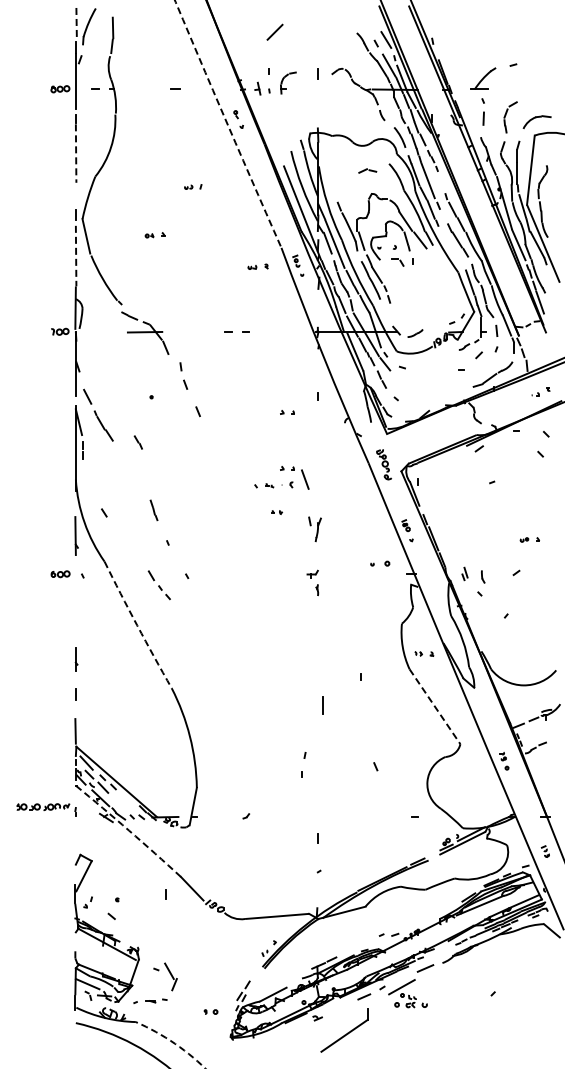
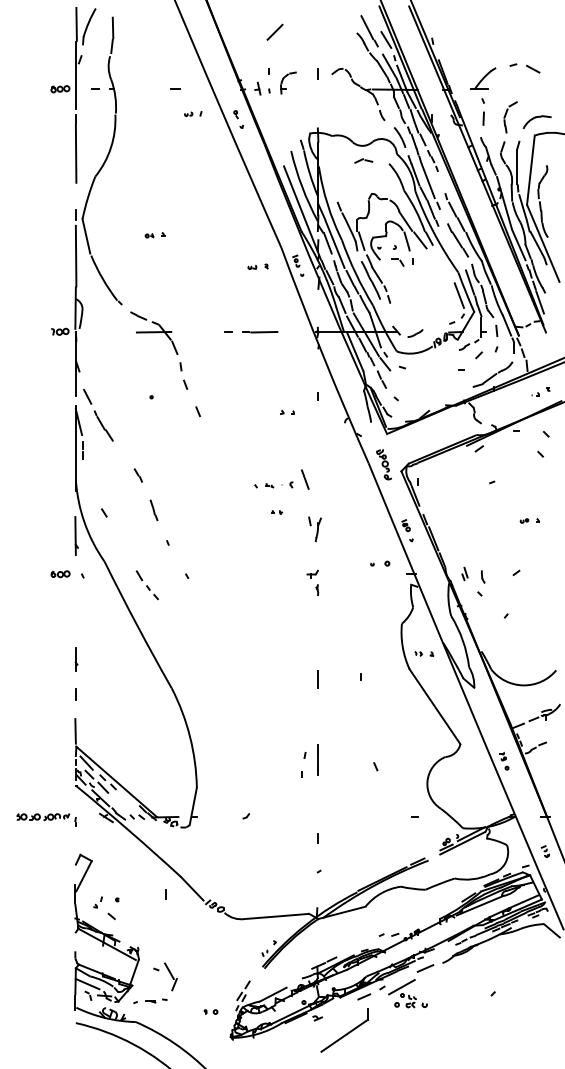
line at (76, 24): dashed -> solid
line at (367, 27): none -> present
line at (533, 68): none -> present
arc at (227, 124): dashed -> solid
line at (76, 154): dashed -> solid
part at (367, 170) position: (367, 170) -> (363, 160)
part at (193, 186) position: (193, 186) -> (193, 113)
line at (76, 256): dashed -> solid
line at (458, 295): none -> present
line at (264, 331): none -> present
part at (145, 332) position: (145, 332) -> (154, 332)
line at (137, 442) position: (137, 442) -> (137, 475)
part at (287, 468): present -> none
part at (529, 539) position: (529, 539) -> (529, 520)
part at (158, 585) position: (158, 585) -> (146, 585)
arc at (137, 625): dashed -> solid
line at (322, 705) position: (322, 705) -> (317, 679)
line at (435, 707): dashed -> solid
line at (317, 759): none -> present
part at (46, 809) position: (46, 809) -> (46, 819)
arc at (129, 830): dashed -> solid
part at (87, 902) position: (87, 902) -> (97, 902)
arc at (172, 1042): dashed -> solid
